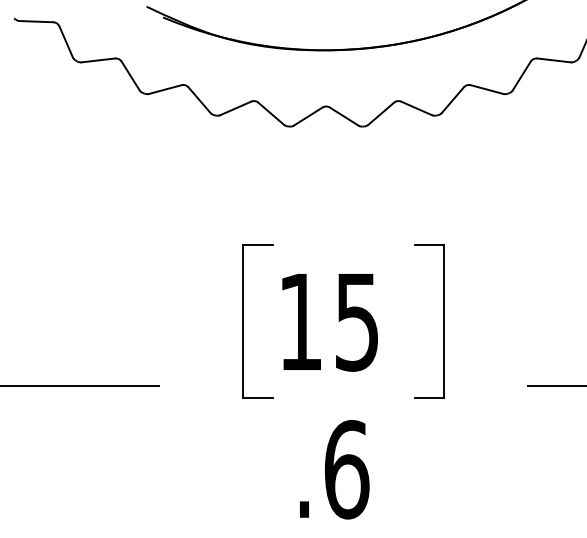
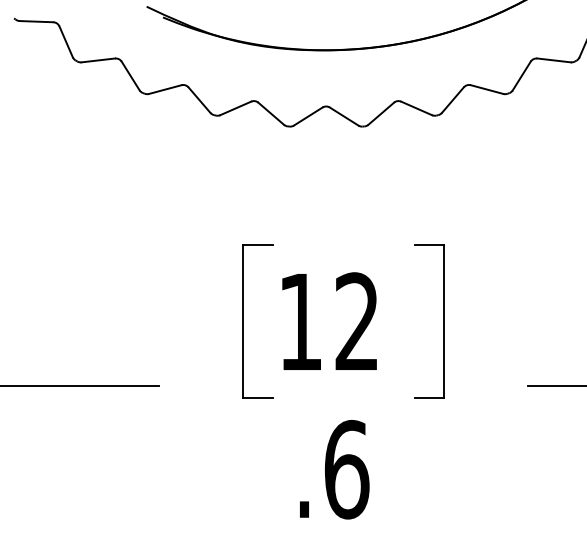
text at (356, 321): 15 -> 12
